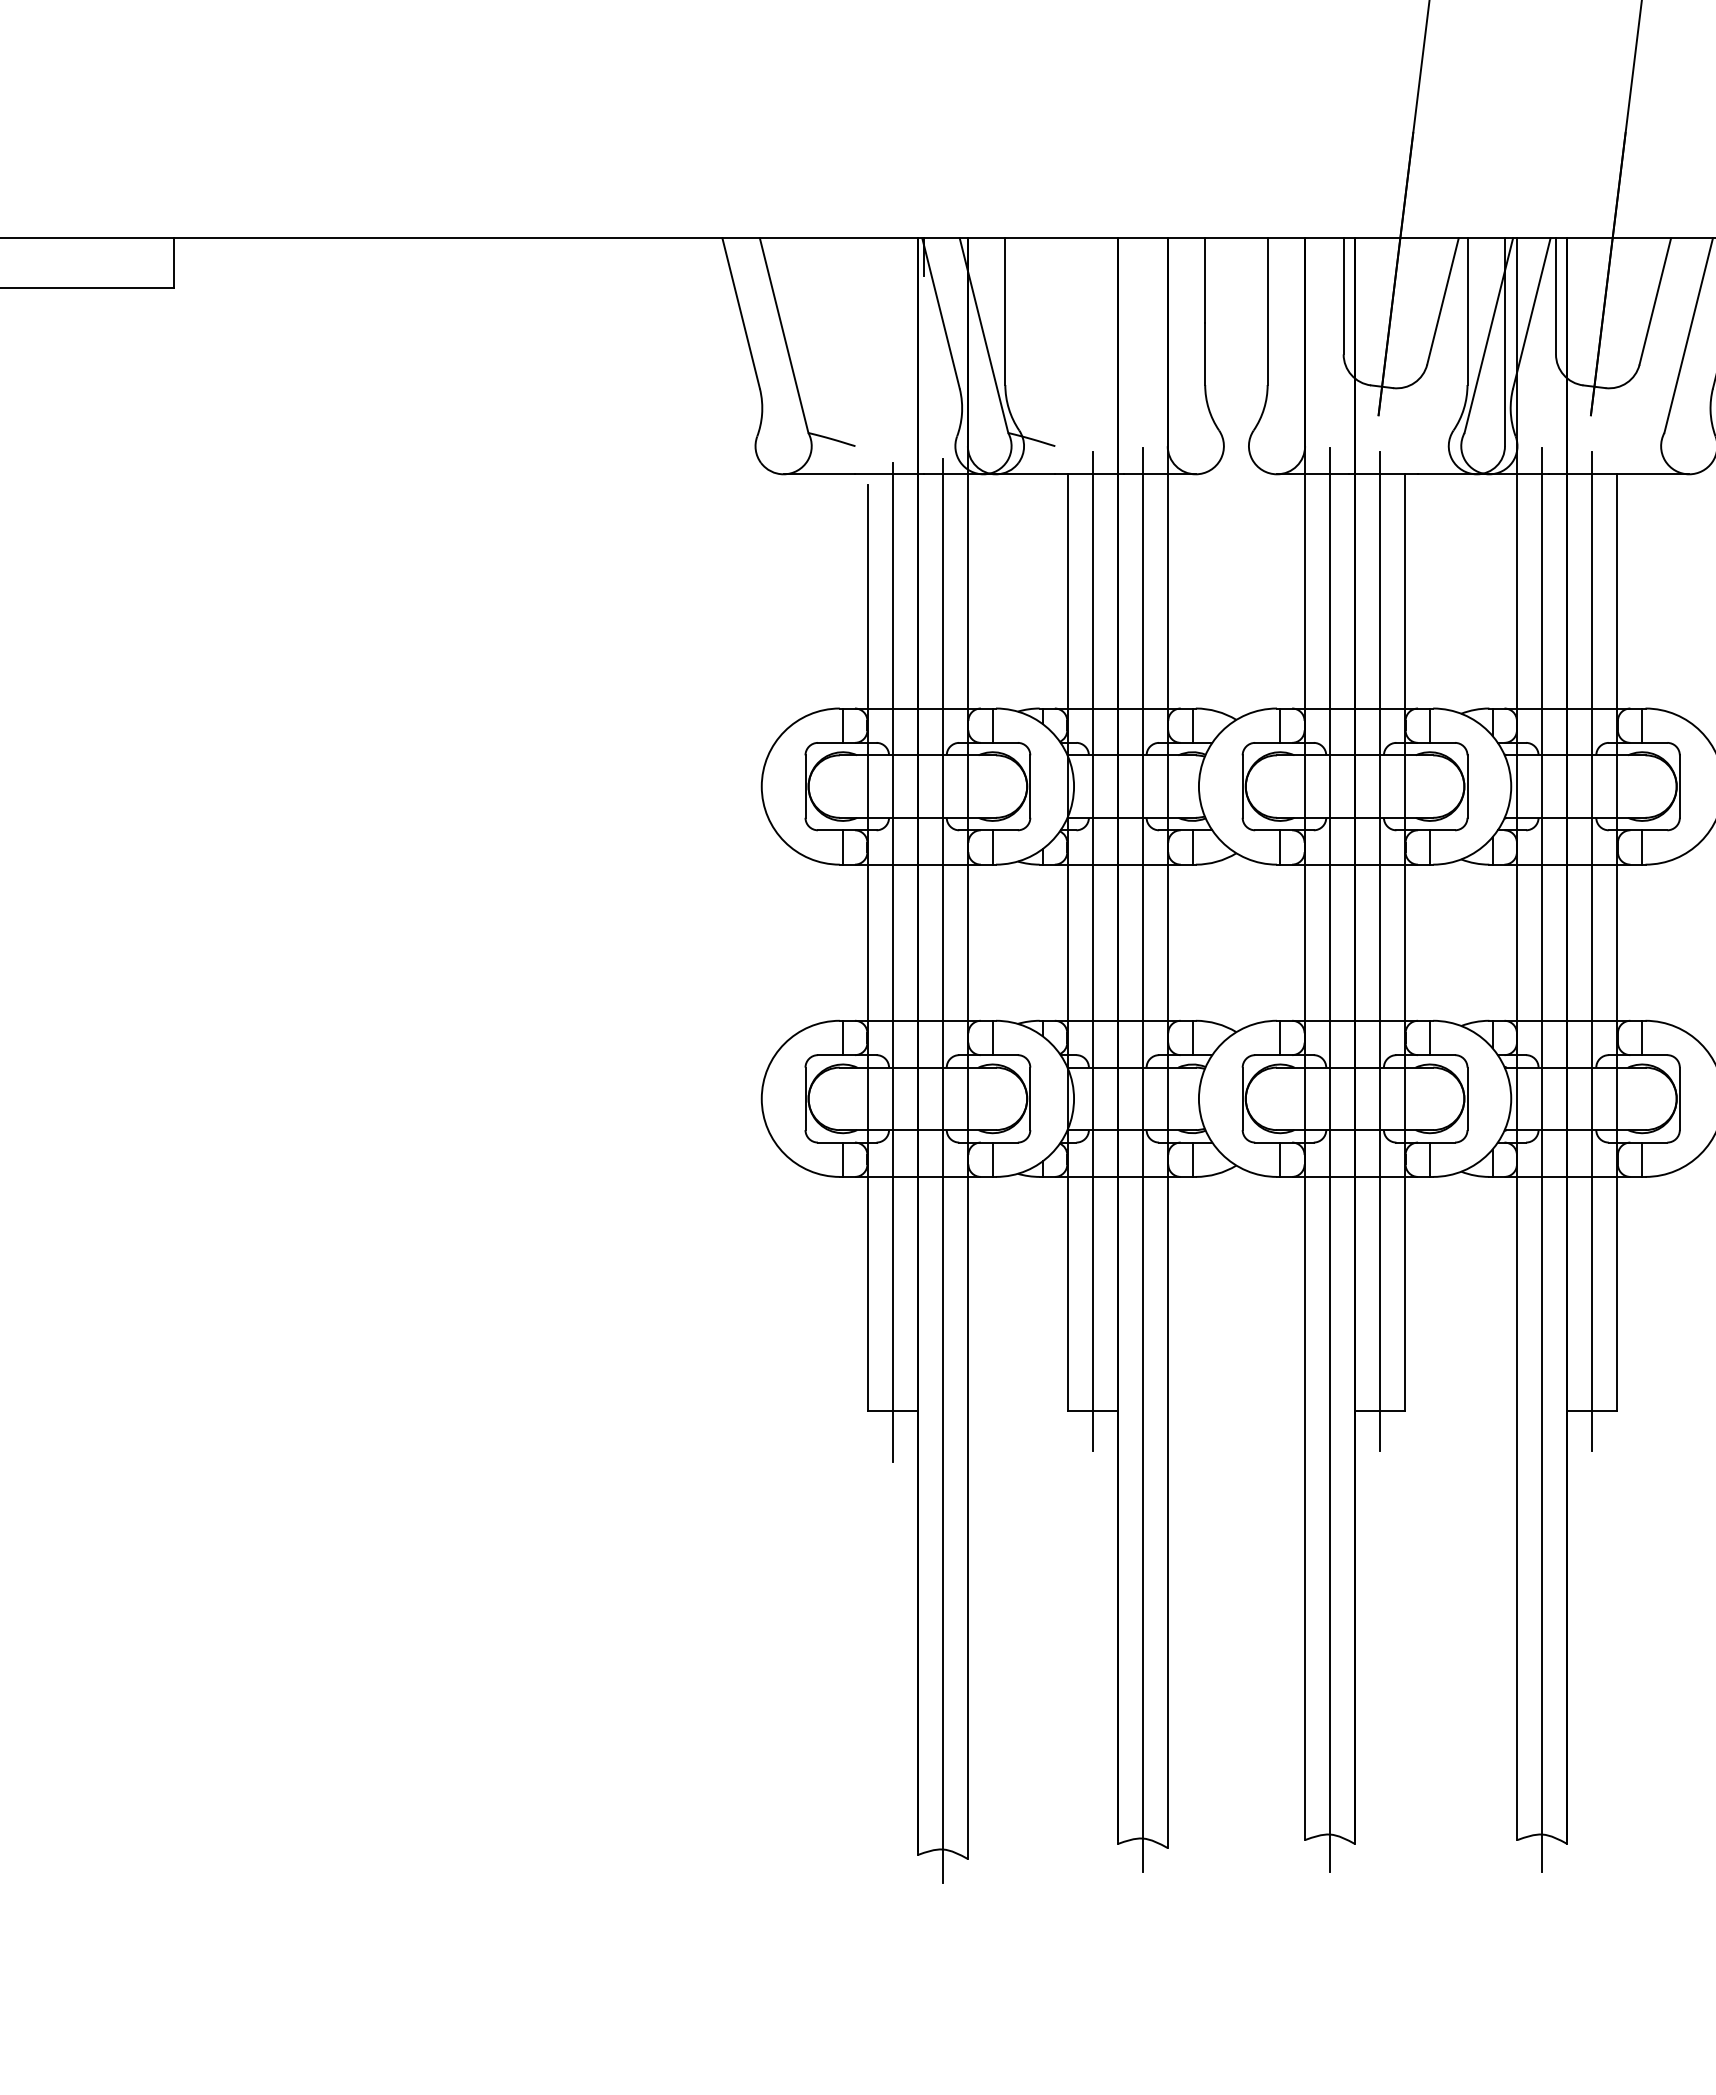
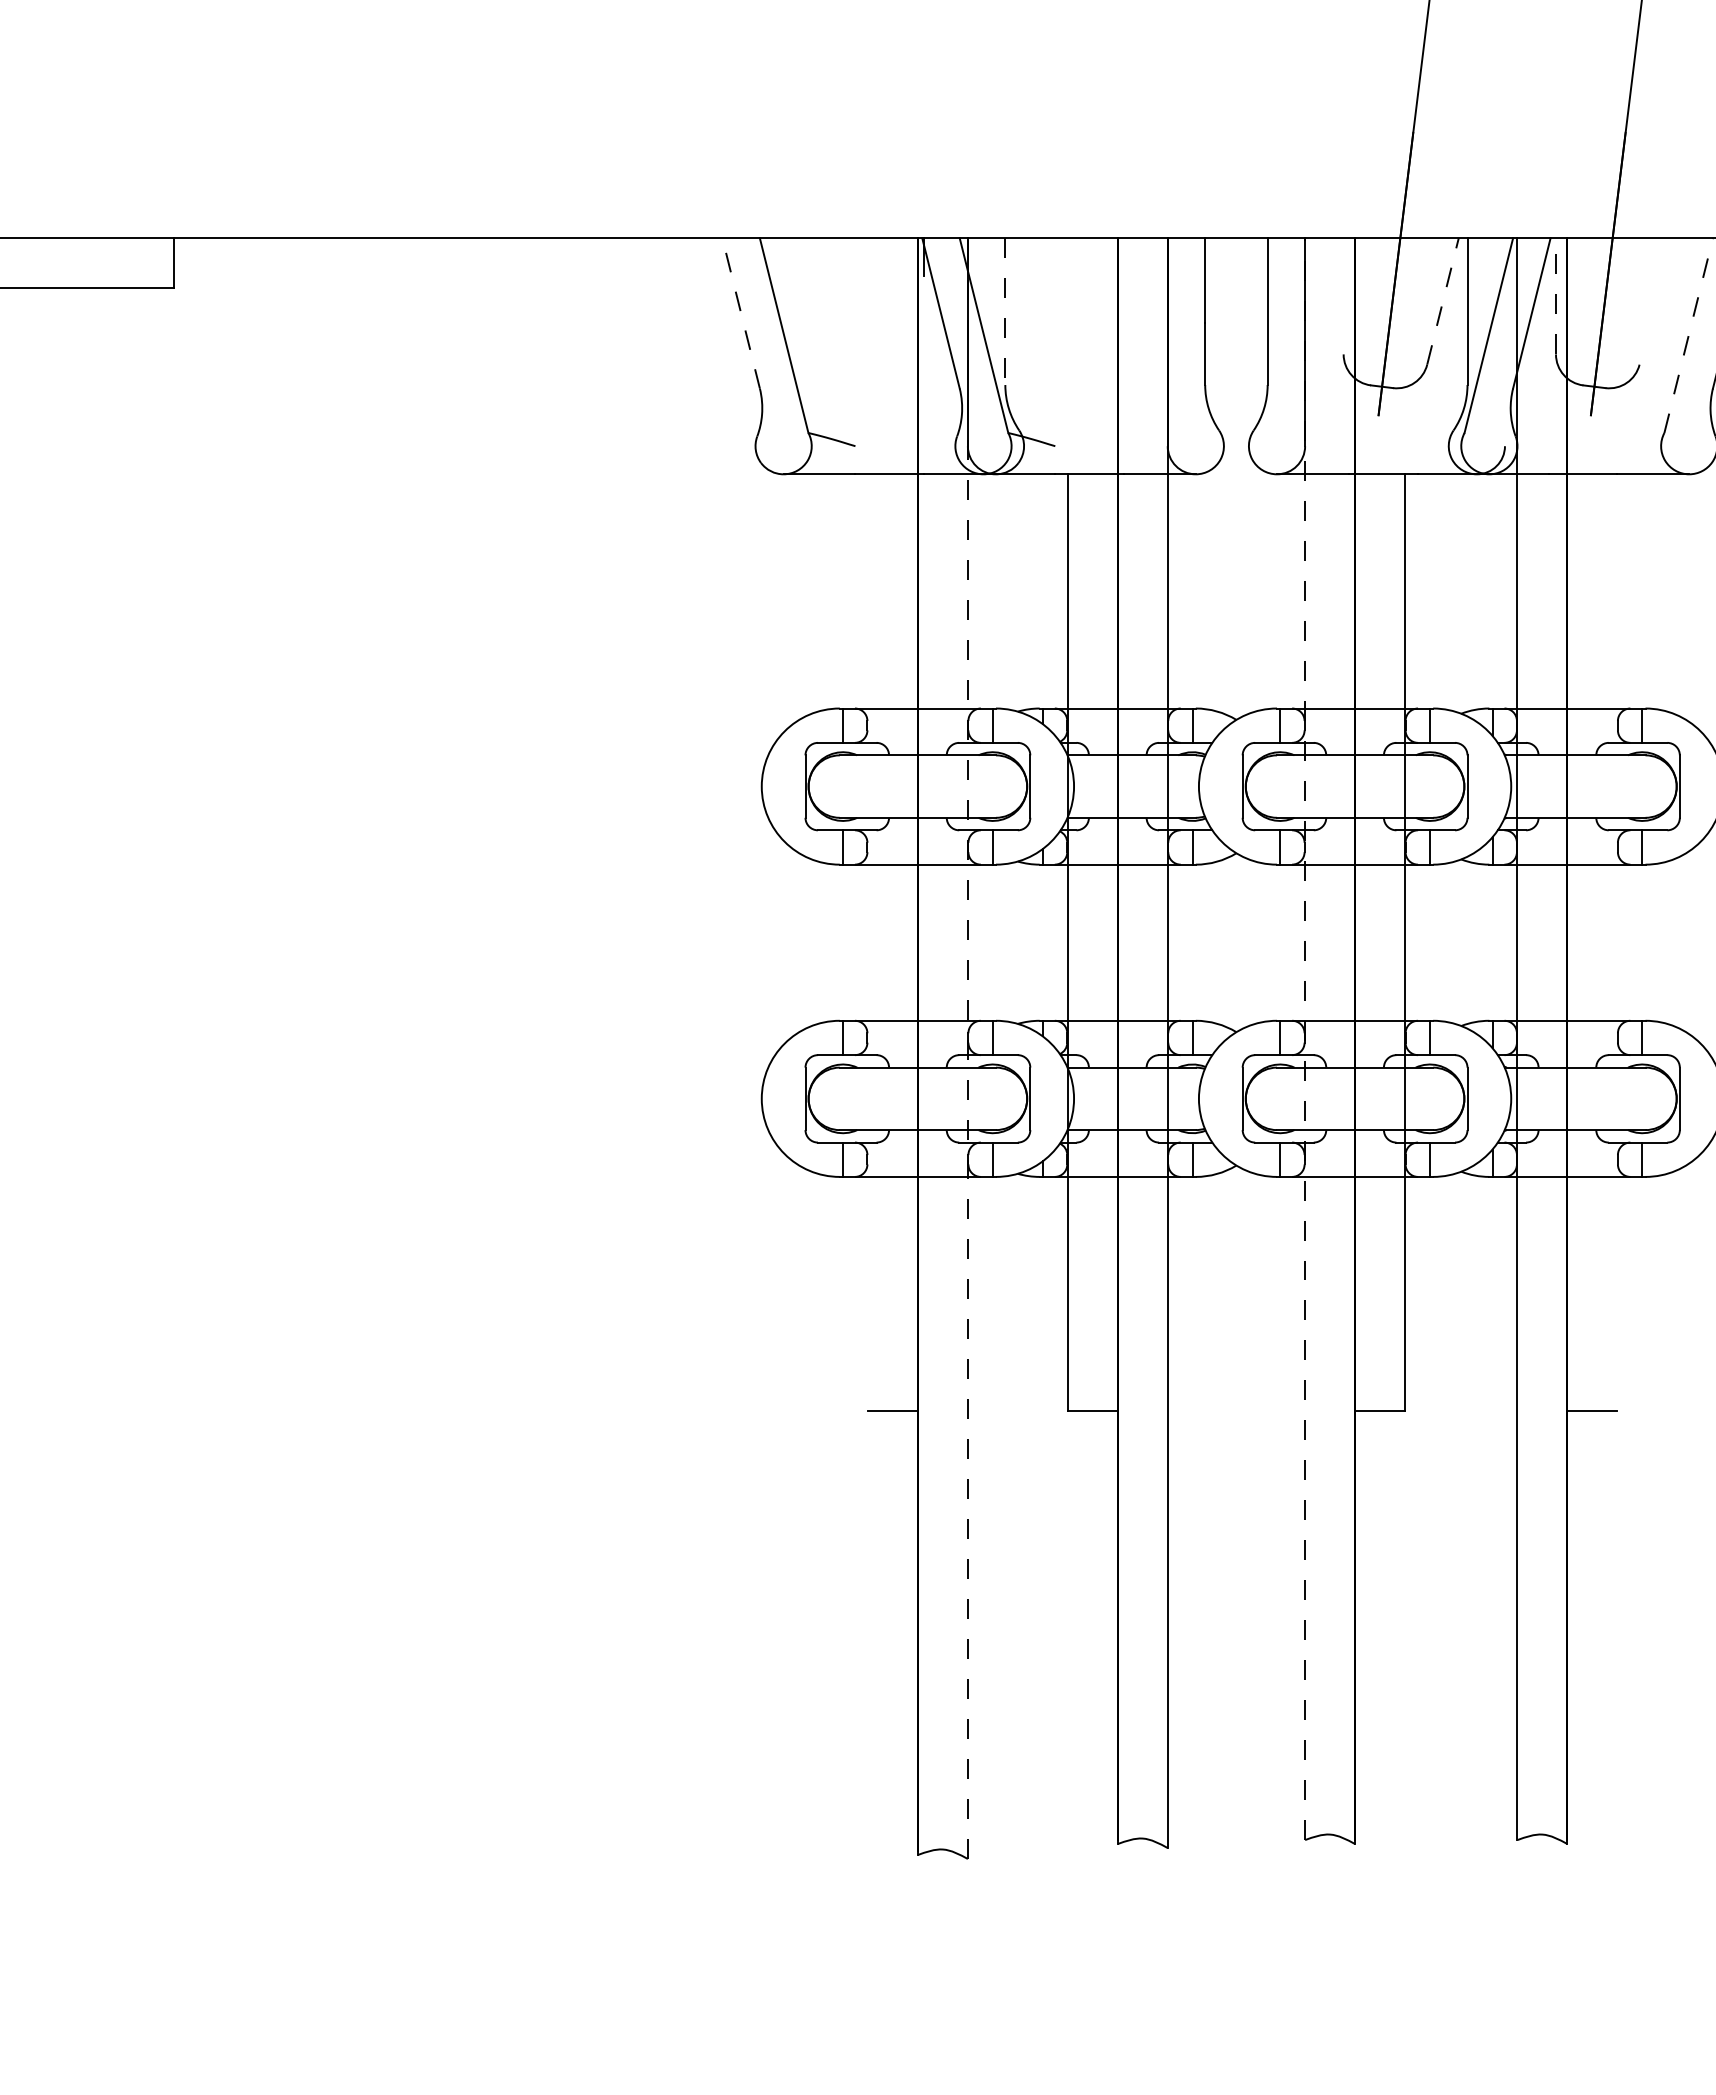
line at (1555, 295): solid -> dashed
line at (1343, 296): present -> none
line at (1443, 300): solid -> dashed
line at (1655, 301): present -> none
line at (1005, 312): solid -> dashed
line at (741, 313): solid -> dashed
line at (1688, 335): solid -> dashed
line at (1504, 342): present -> none
line at (1617, 942): present -> none
line at (867, 948): present -> none
line at (1092, 950): present -> none
line at (1380, 950): present -> none
line at (1592, 950): present -> none
line at (892, 961): present -> none
line at (1305, 1039): solid -> dashed
line at (967, 1048): solid -> dashed
line at (1142, 1159): present -> none
line at (1330, 1159): present -> none
line at (1542, 1159): present -> none
line at (942, 1170): present -> none
